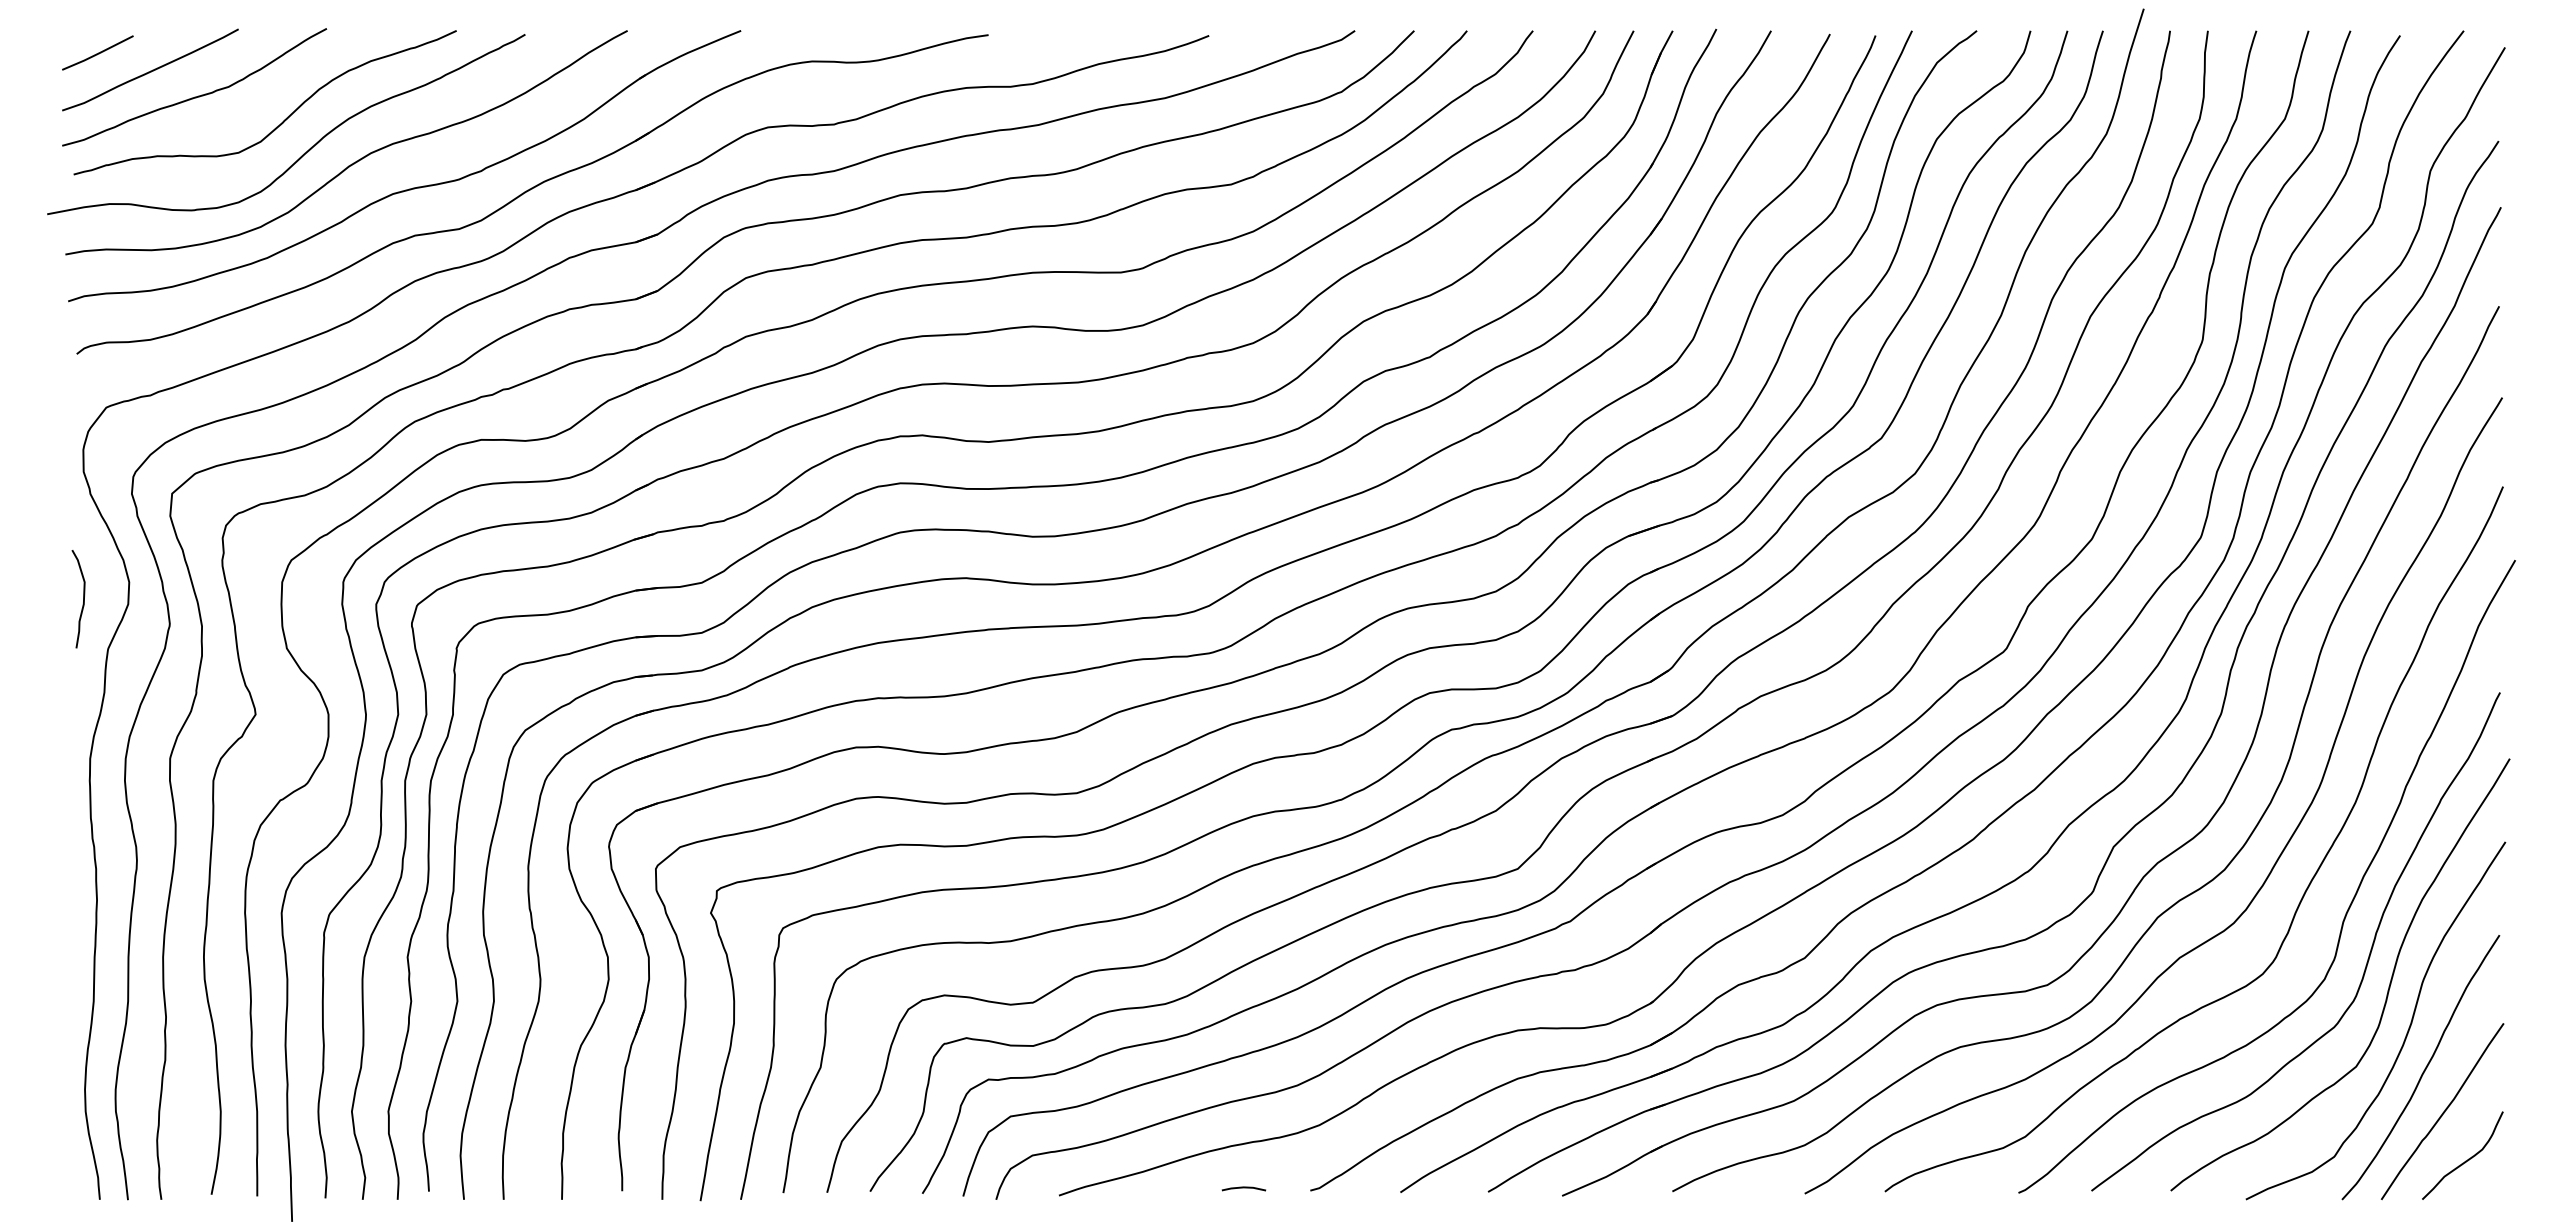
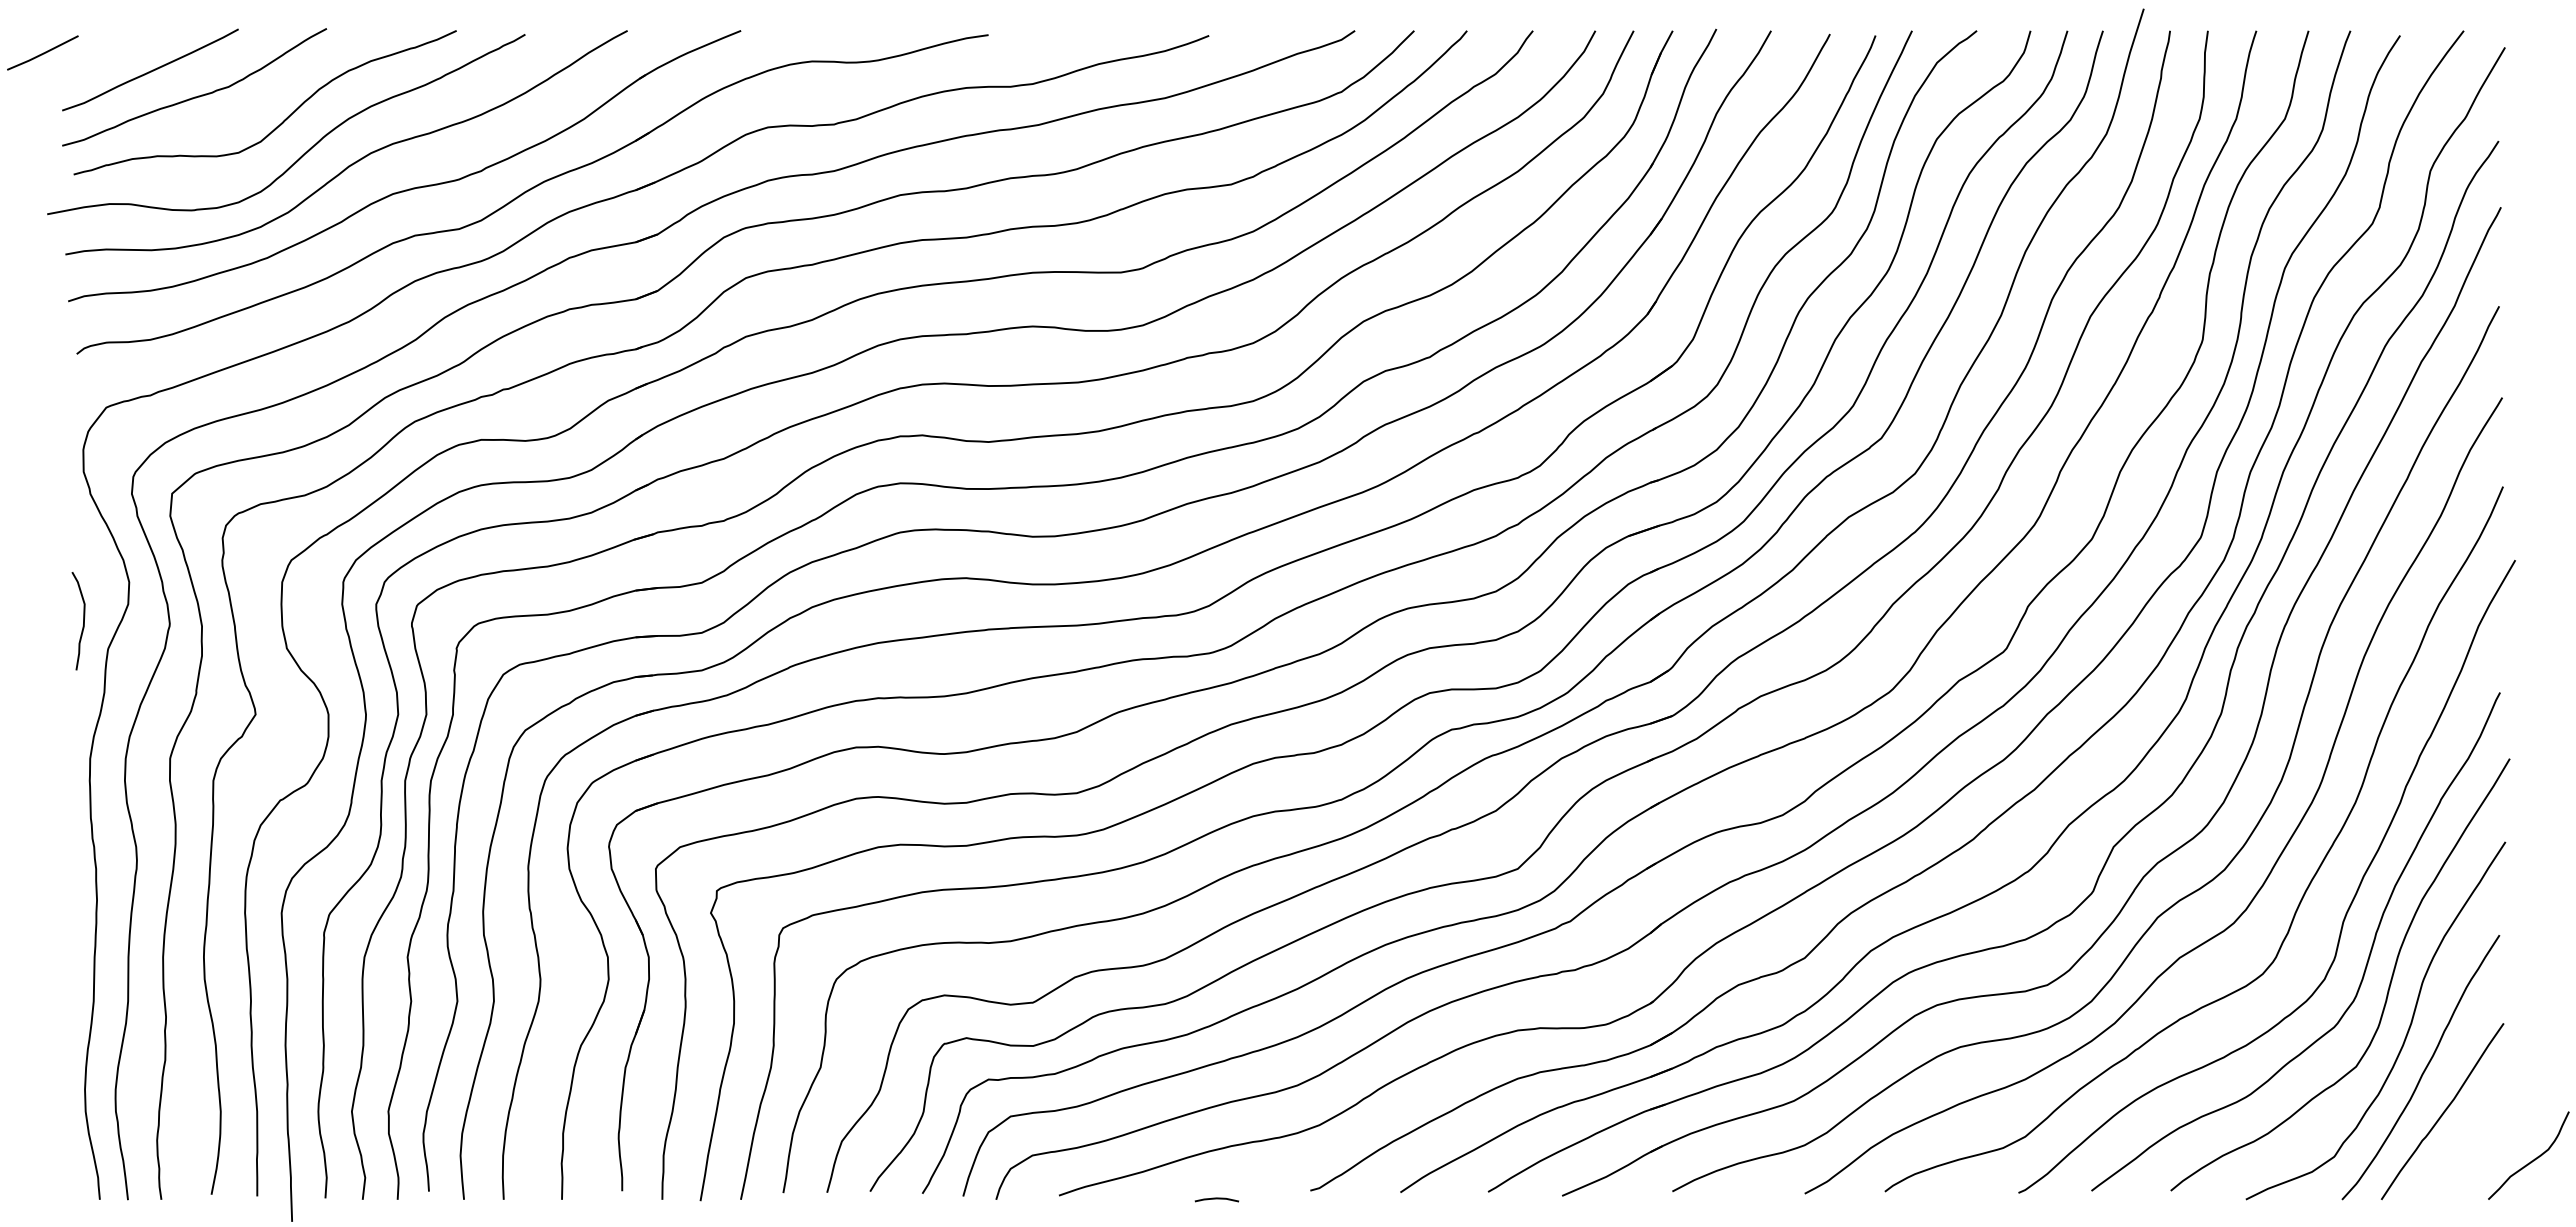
line at (98, 52) position: (98, 52) -> (43, 52)
curve at (83, 599) position: (83, 599) -> (83, 621)
curve at (2465, 1160) position: (2465, 1160) -> (2531, 1160)
line at (1243, 1188) position: (1243, 1188) -> (1216, 1199)
